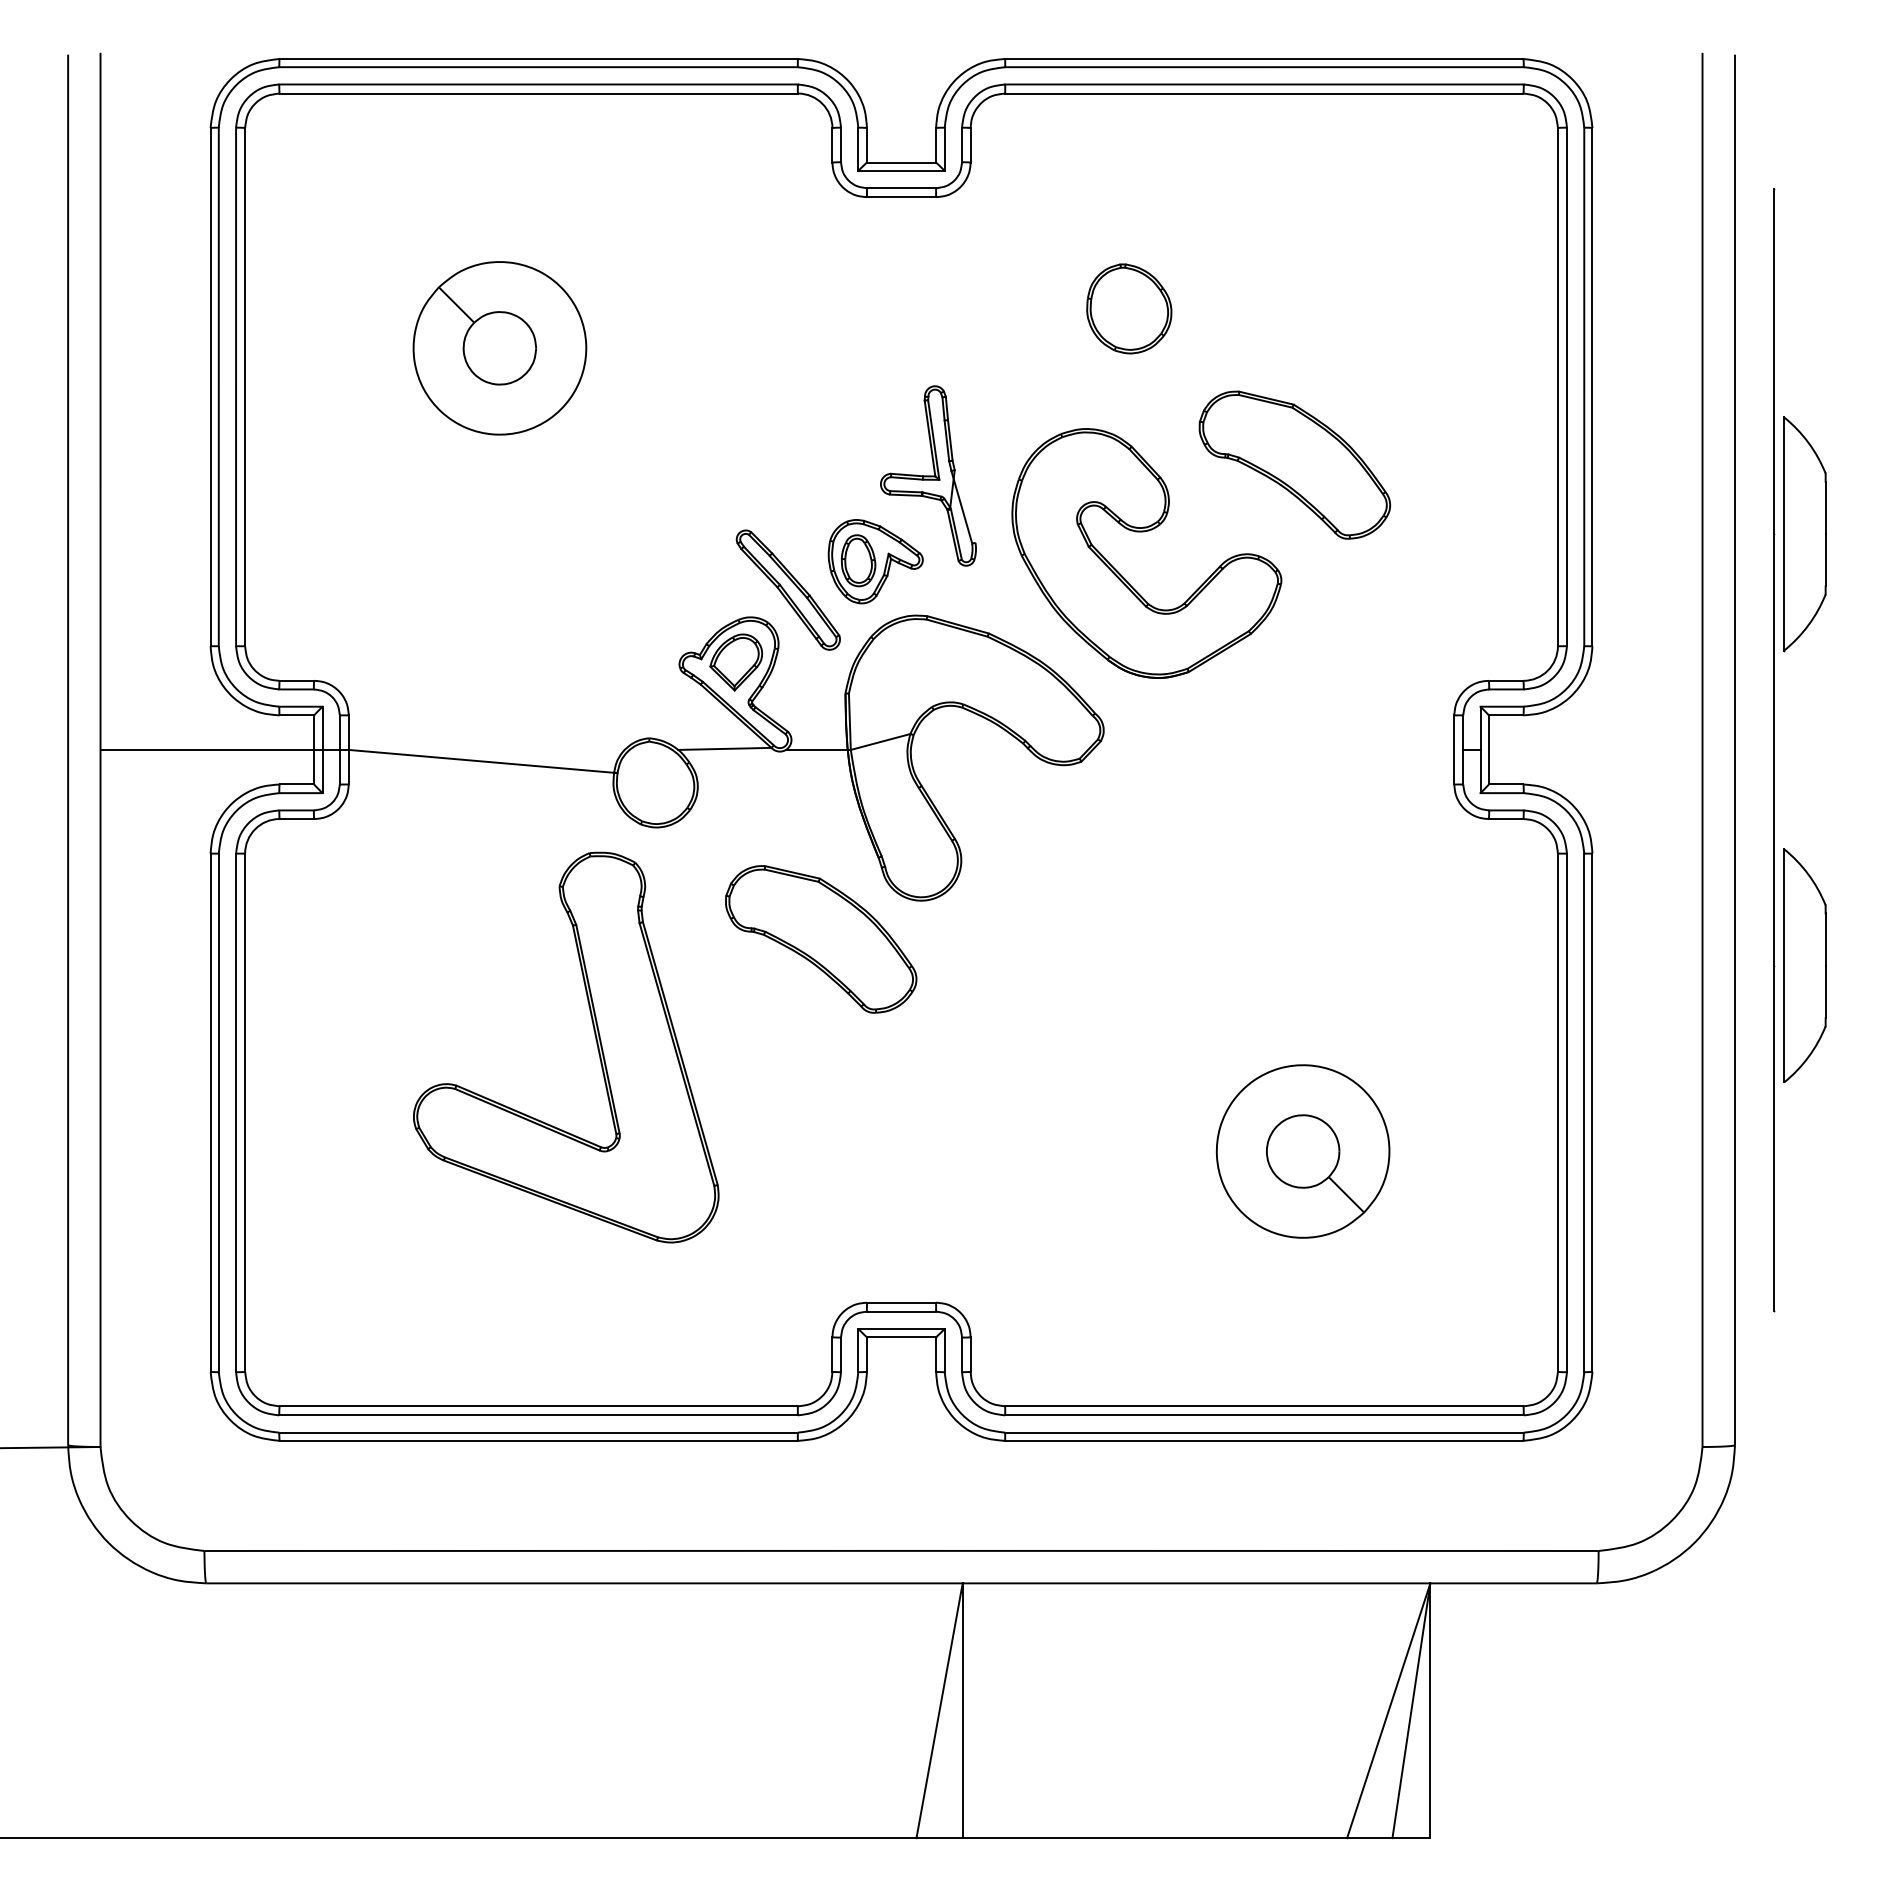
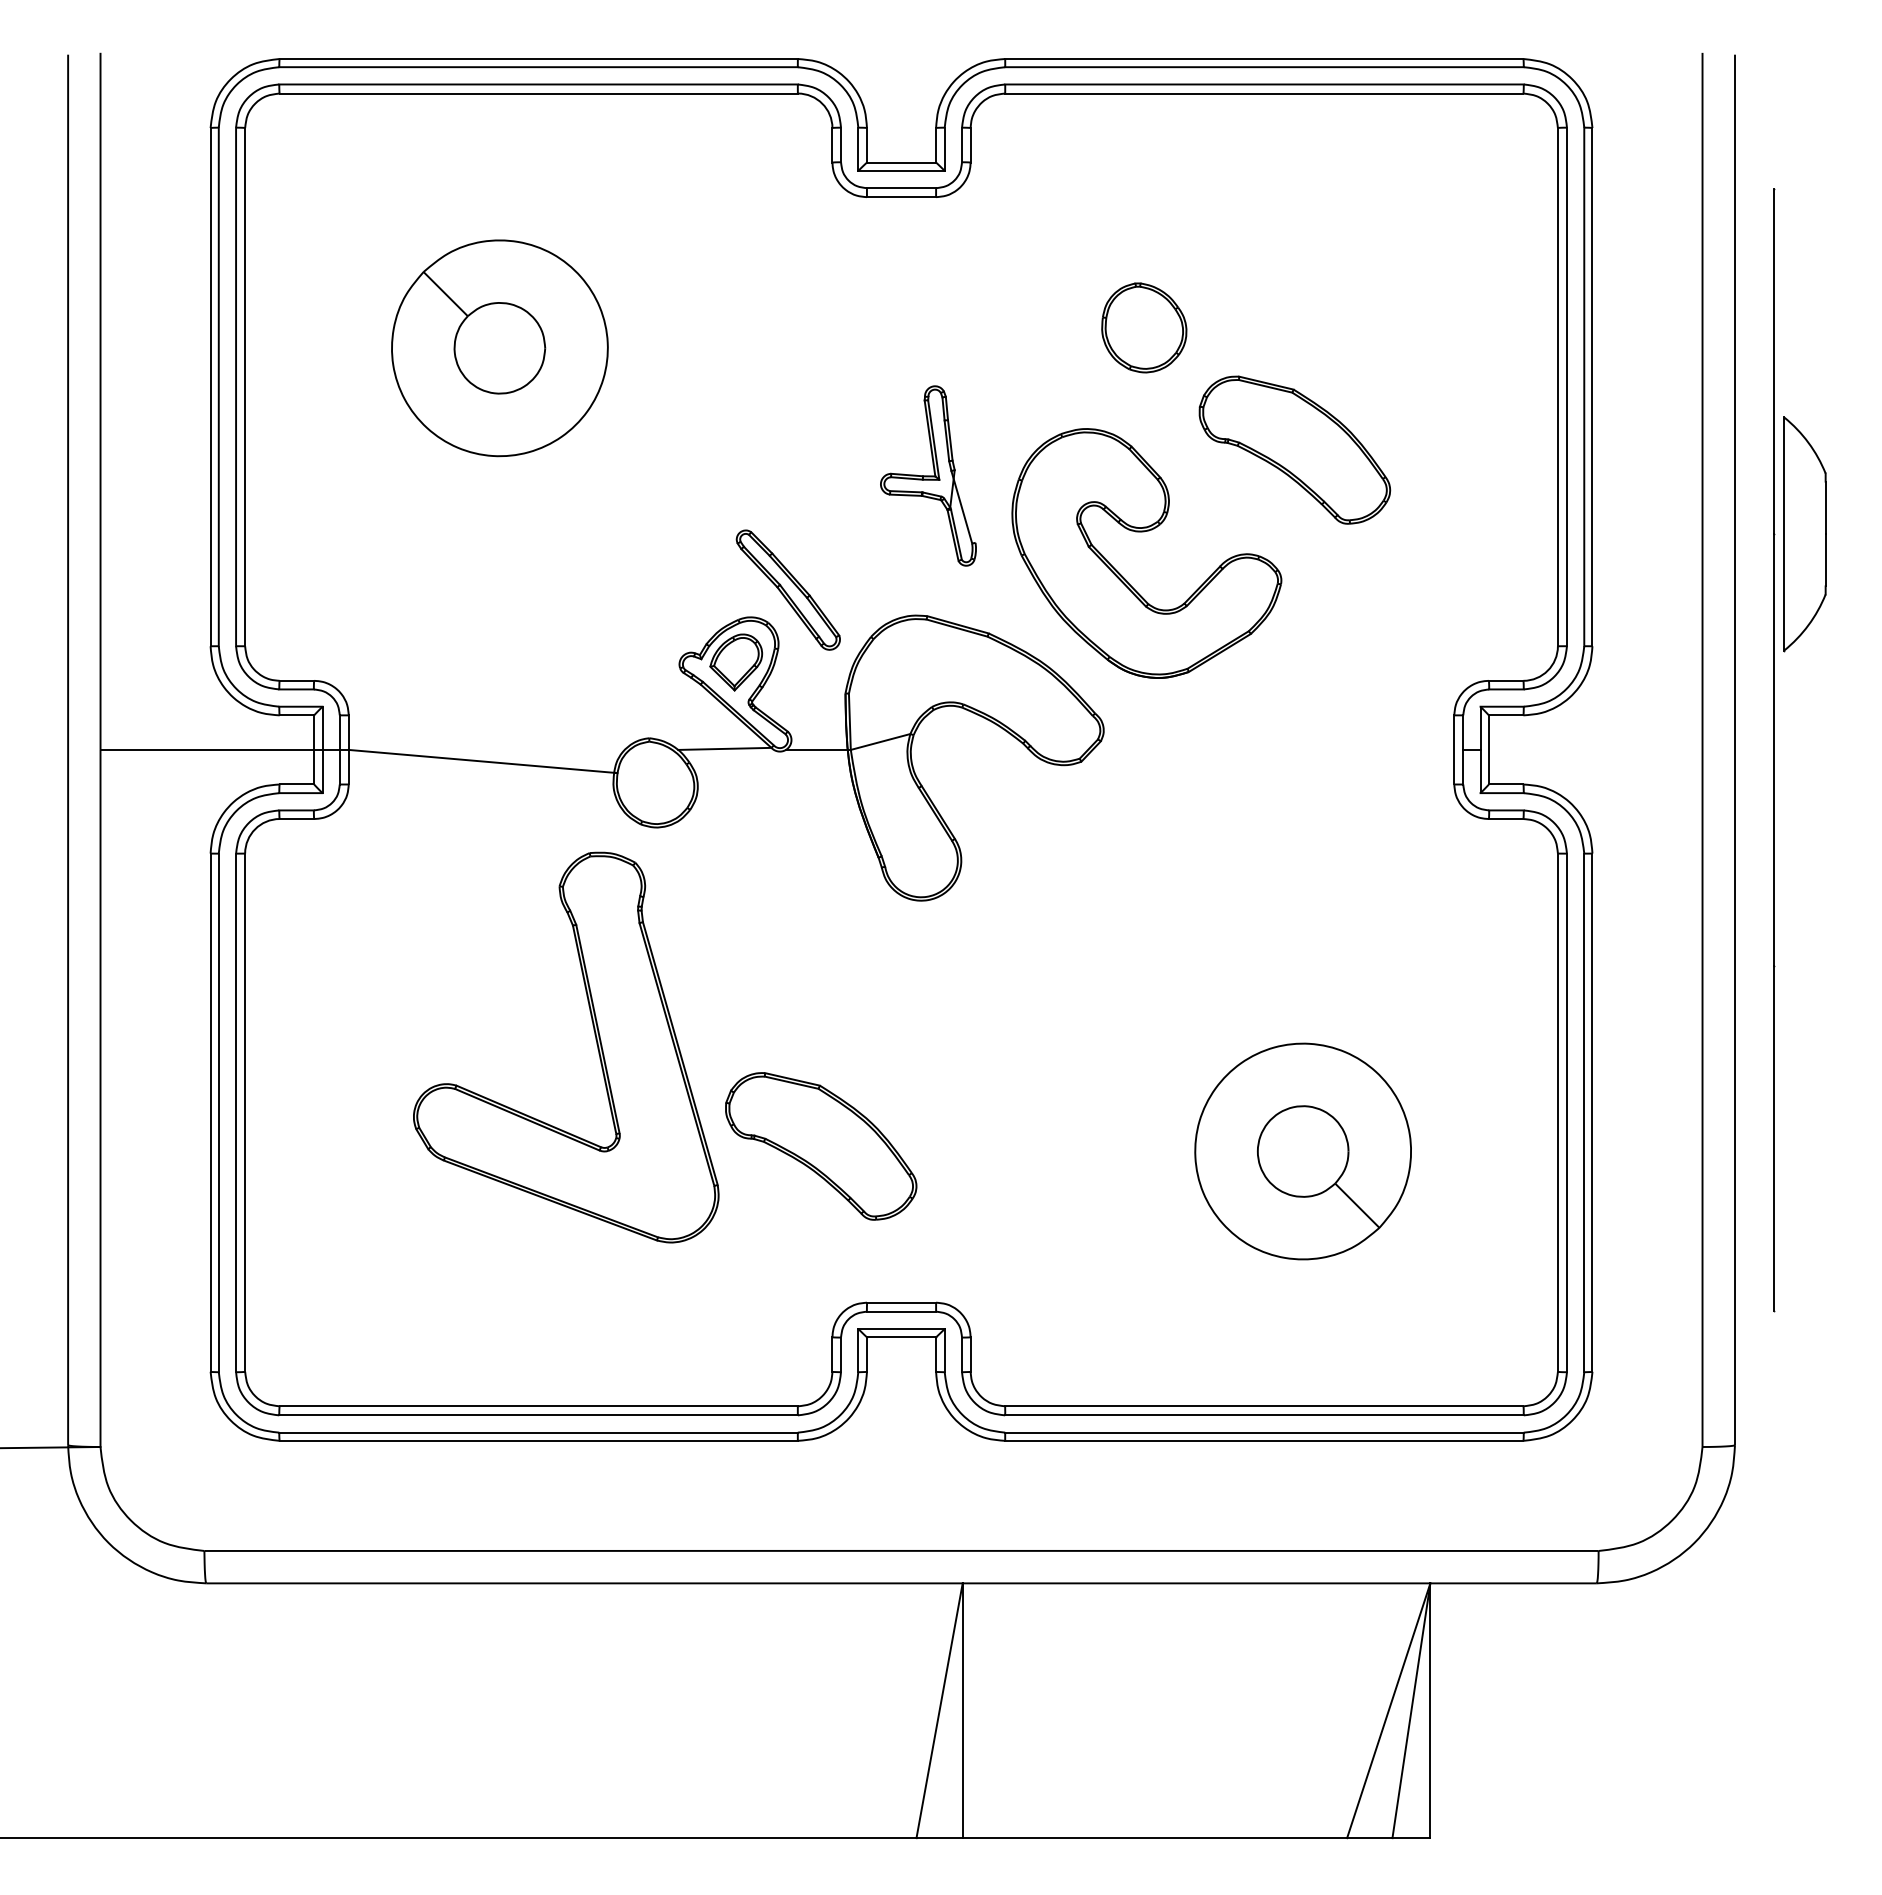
part at (1129, 308) position: (1129, 308) -> (1144, 327)
part at (499, 348) size: 176x175 px -> 218x219 px
part at (1294, 464) position: (1294, 464) -> (1294, 449)
part at (875, 561): present -> none
part at (821, 939) position: (821, 939) -> (821, 1146)
part at (1804, 965): present -> none
part at (1302, 1151) size: 176x175 px -> 218x219 px
